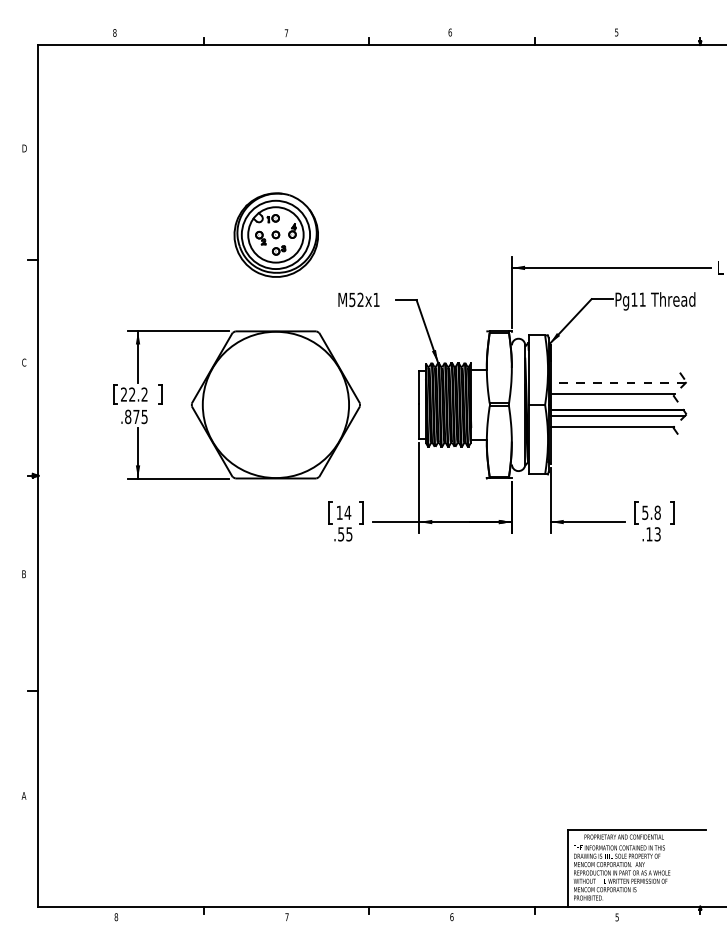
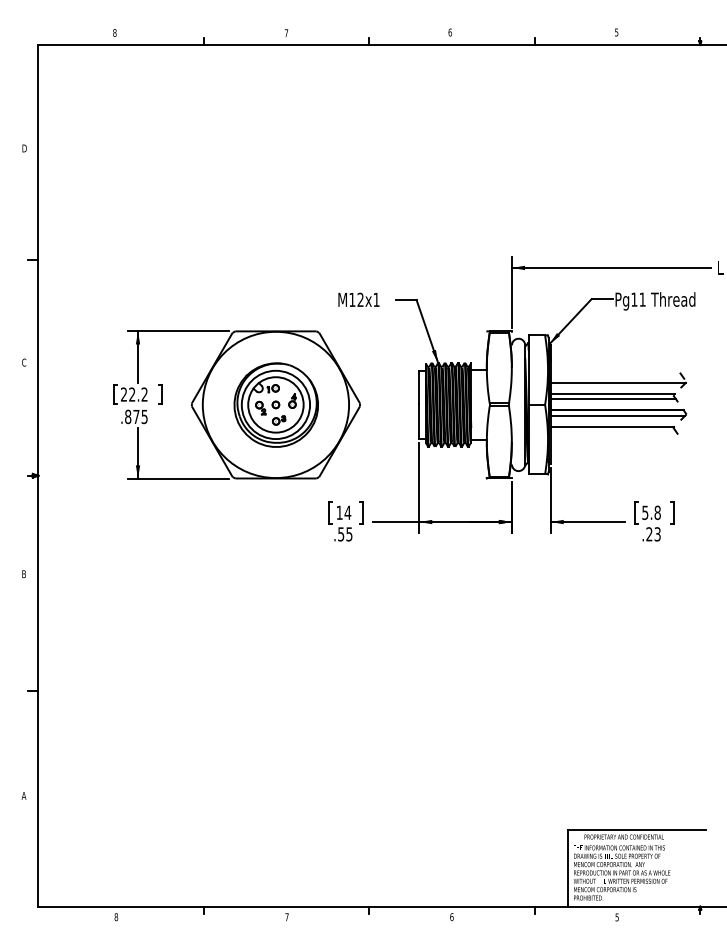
part at (275, 234) position: (275, 234) -> (275, 404)
text at (352, 299): M52x1 -> M12x1
line at (617, 383): dashed -> solid
line at (613, 399): none -> present
text at (649, 534): .13 -> .23
